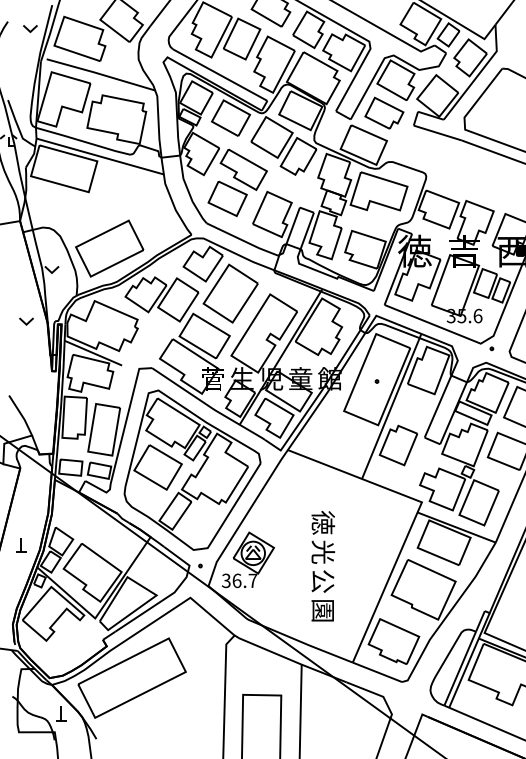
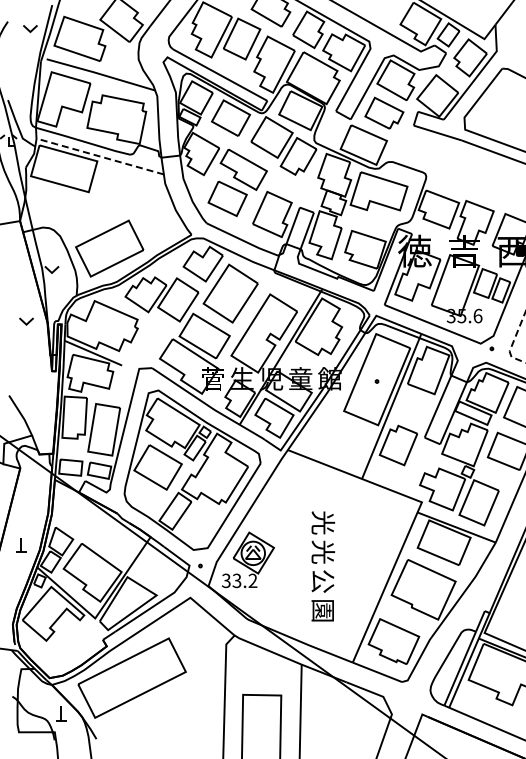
line at (99, 156): solid -> dashed
line at (513, 342): solid -> dashed
text at (323, 522): 徳 -> 光
text at (244, 580): 36.7 -> 33.2
